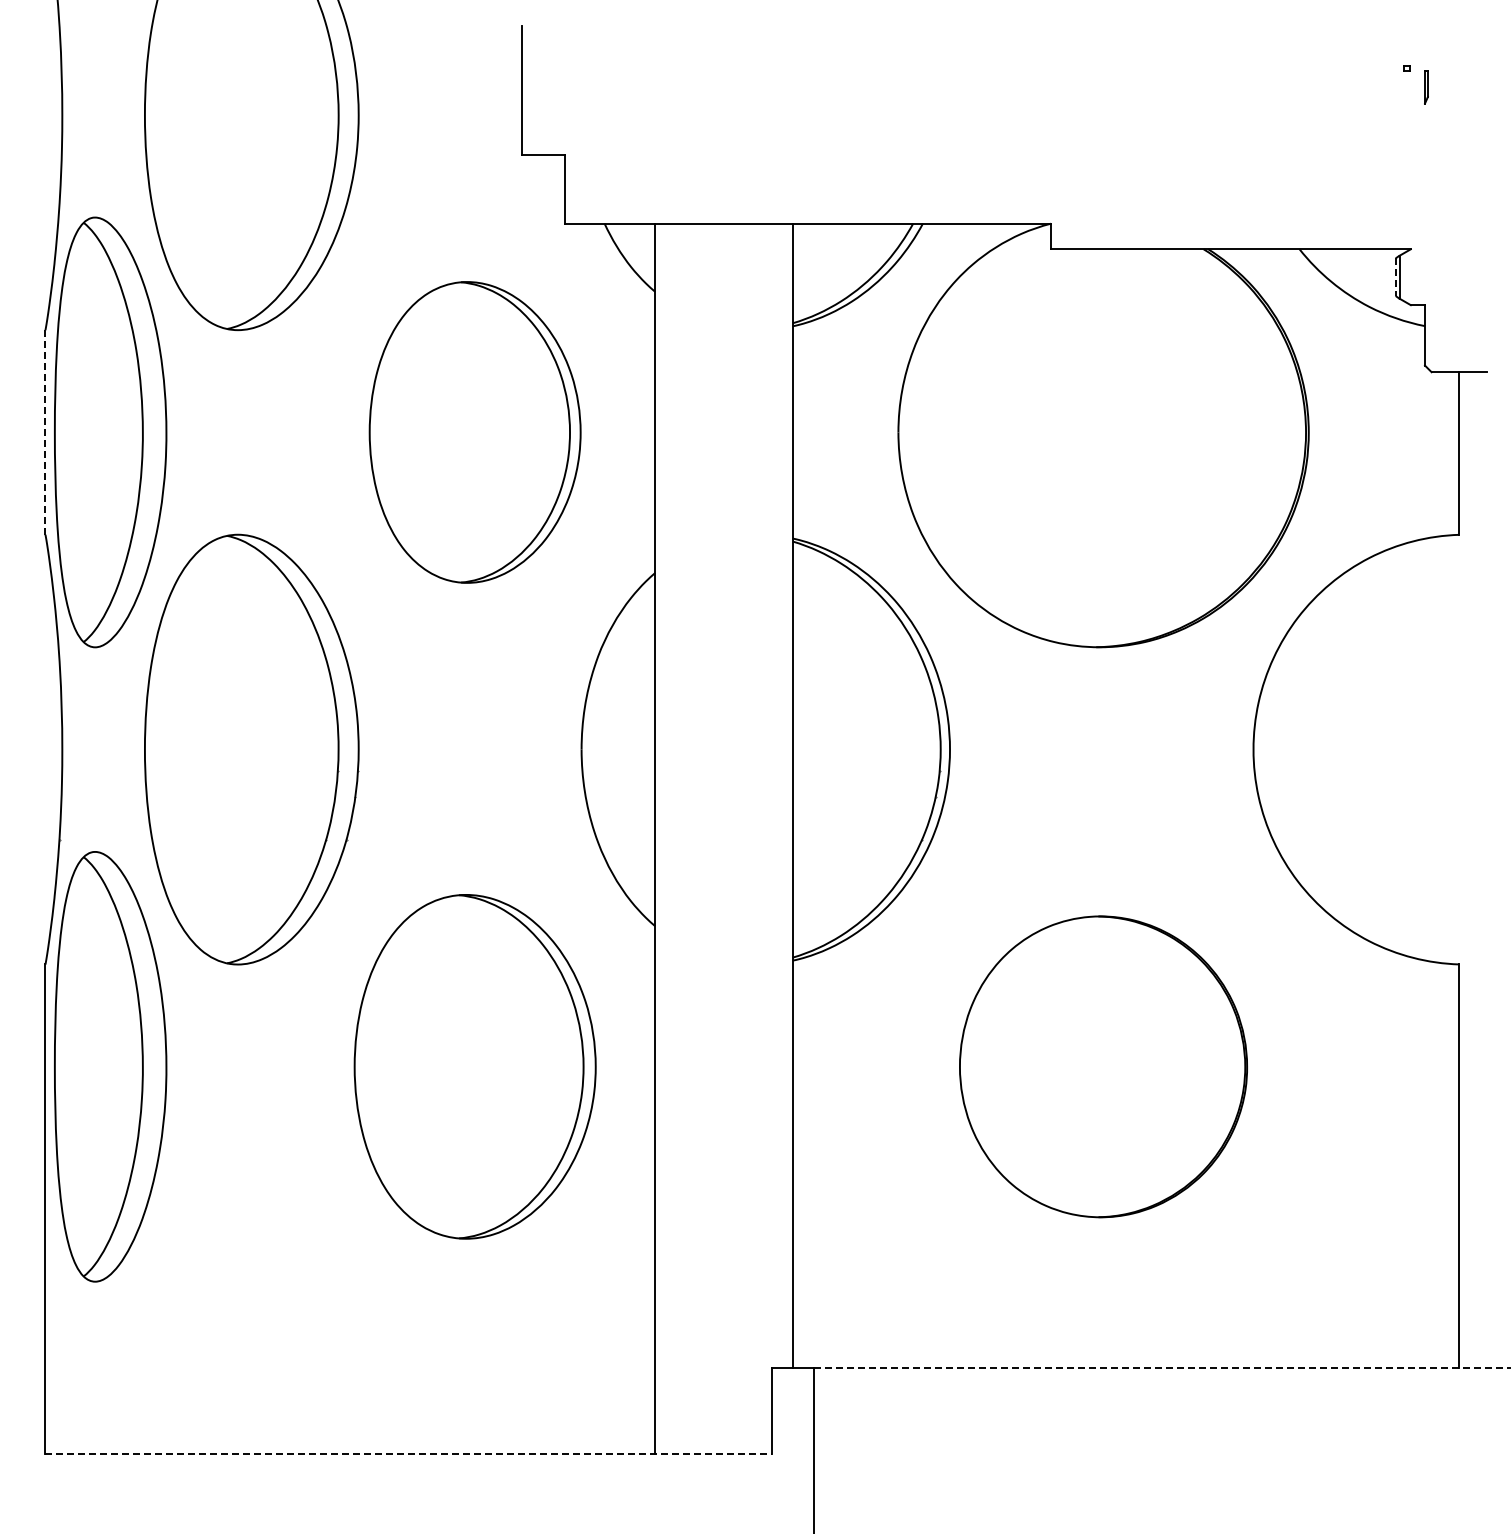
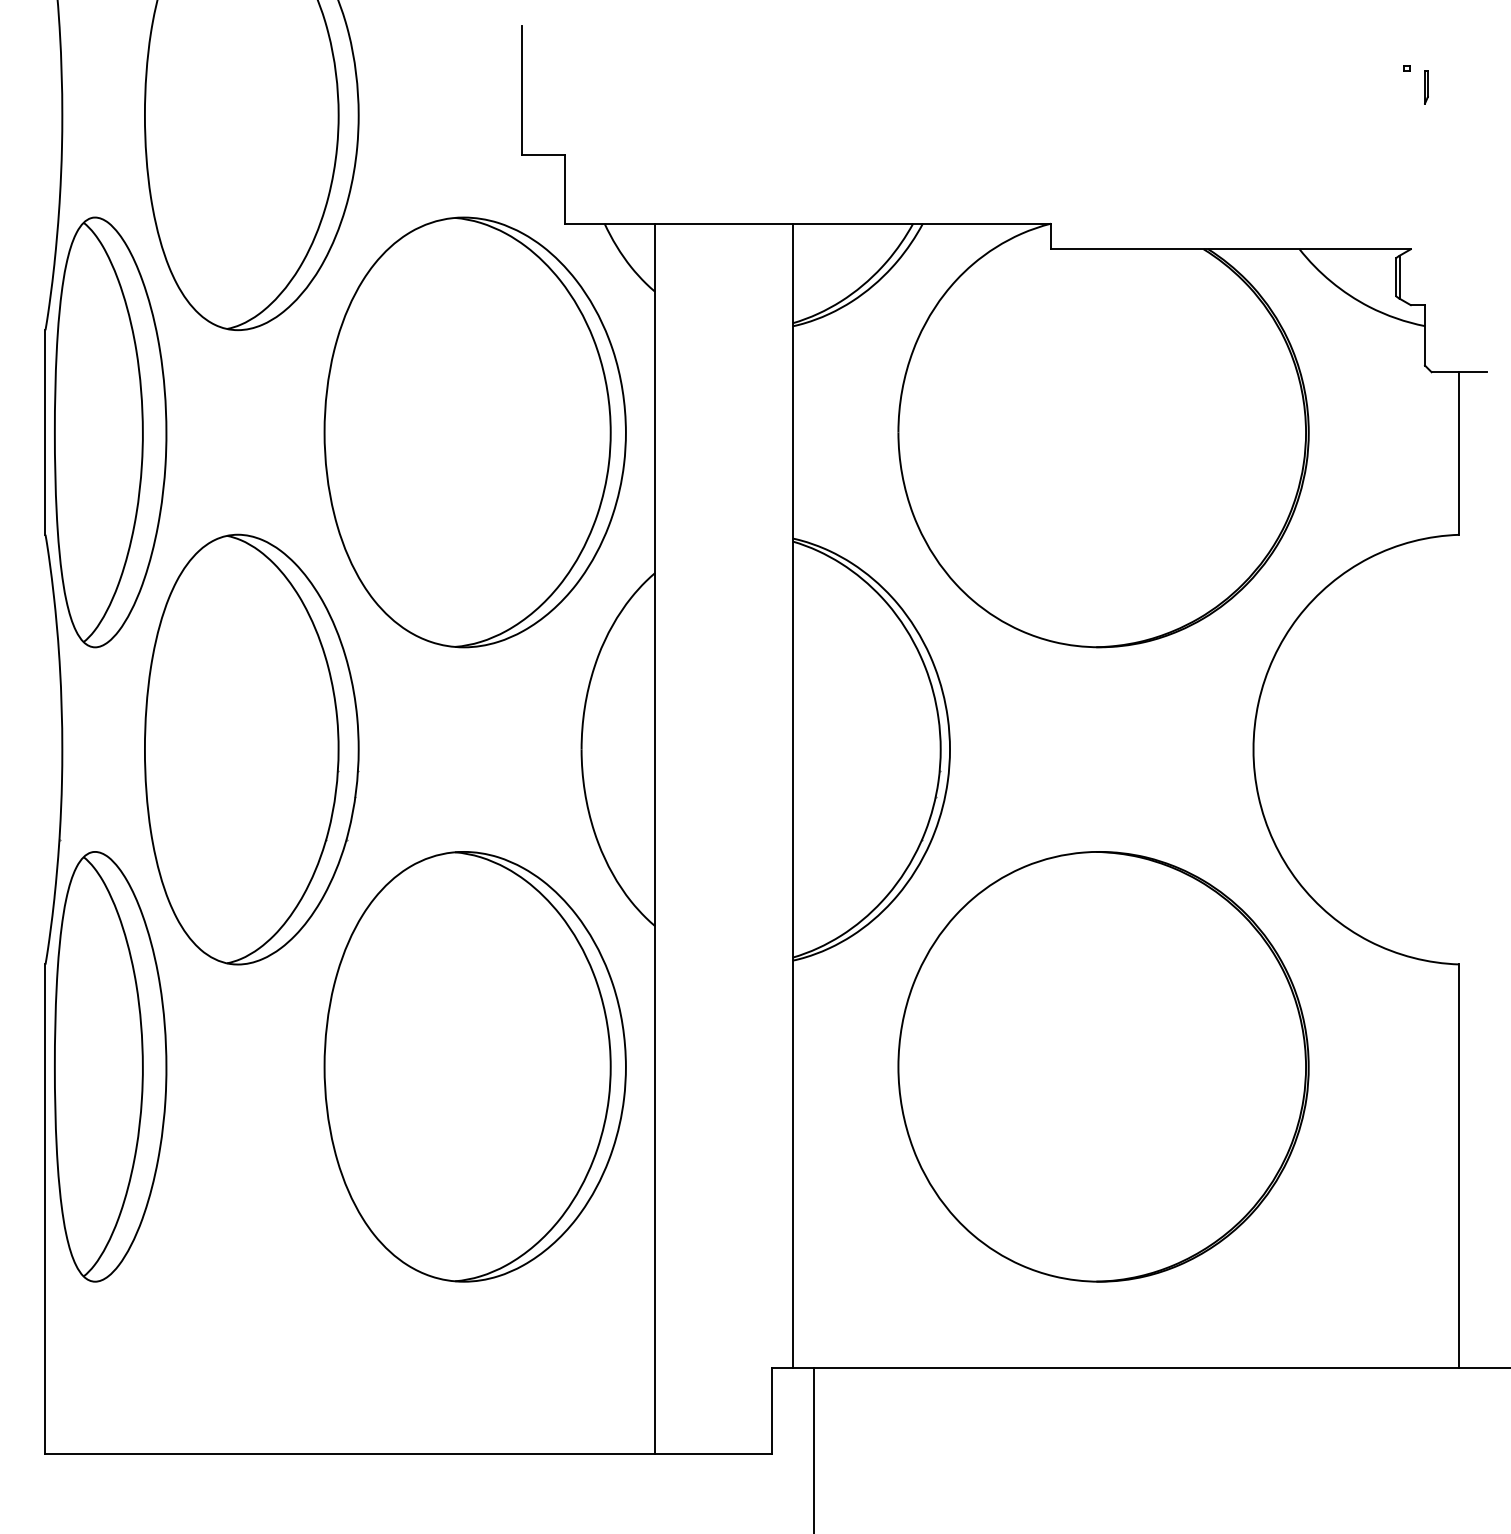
line at (1395, 277): dashed -> solid
line at (45, 432): dashed -> solid
part at (474, 432) size: 214x303 px -> 304x433 px
part at (474, 1066) size: 244x346 px -> 304x432 px
part at (1103, 1066) size: 289x304 px -> 413x432 px
line at (1162, 1367): dashed -> solid
line at (409, 1453): dashed -> solid
